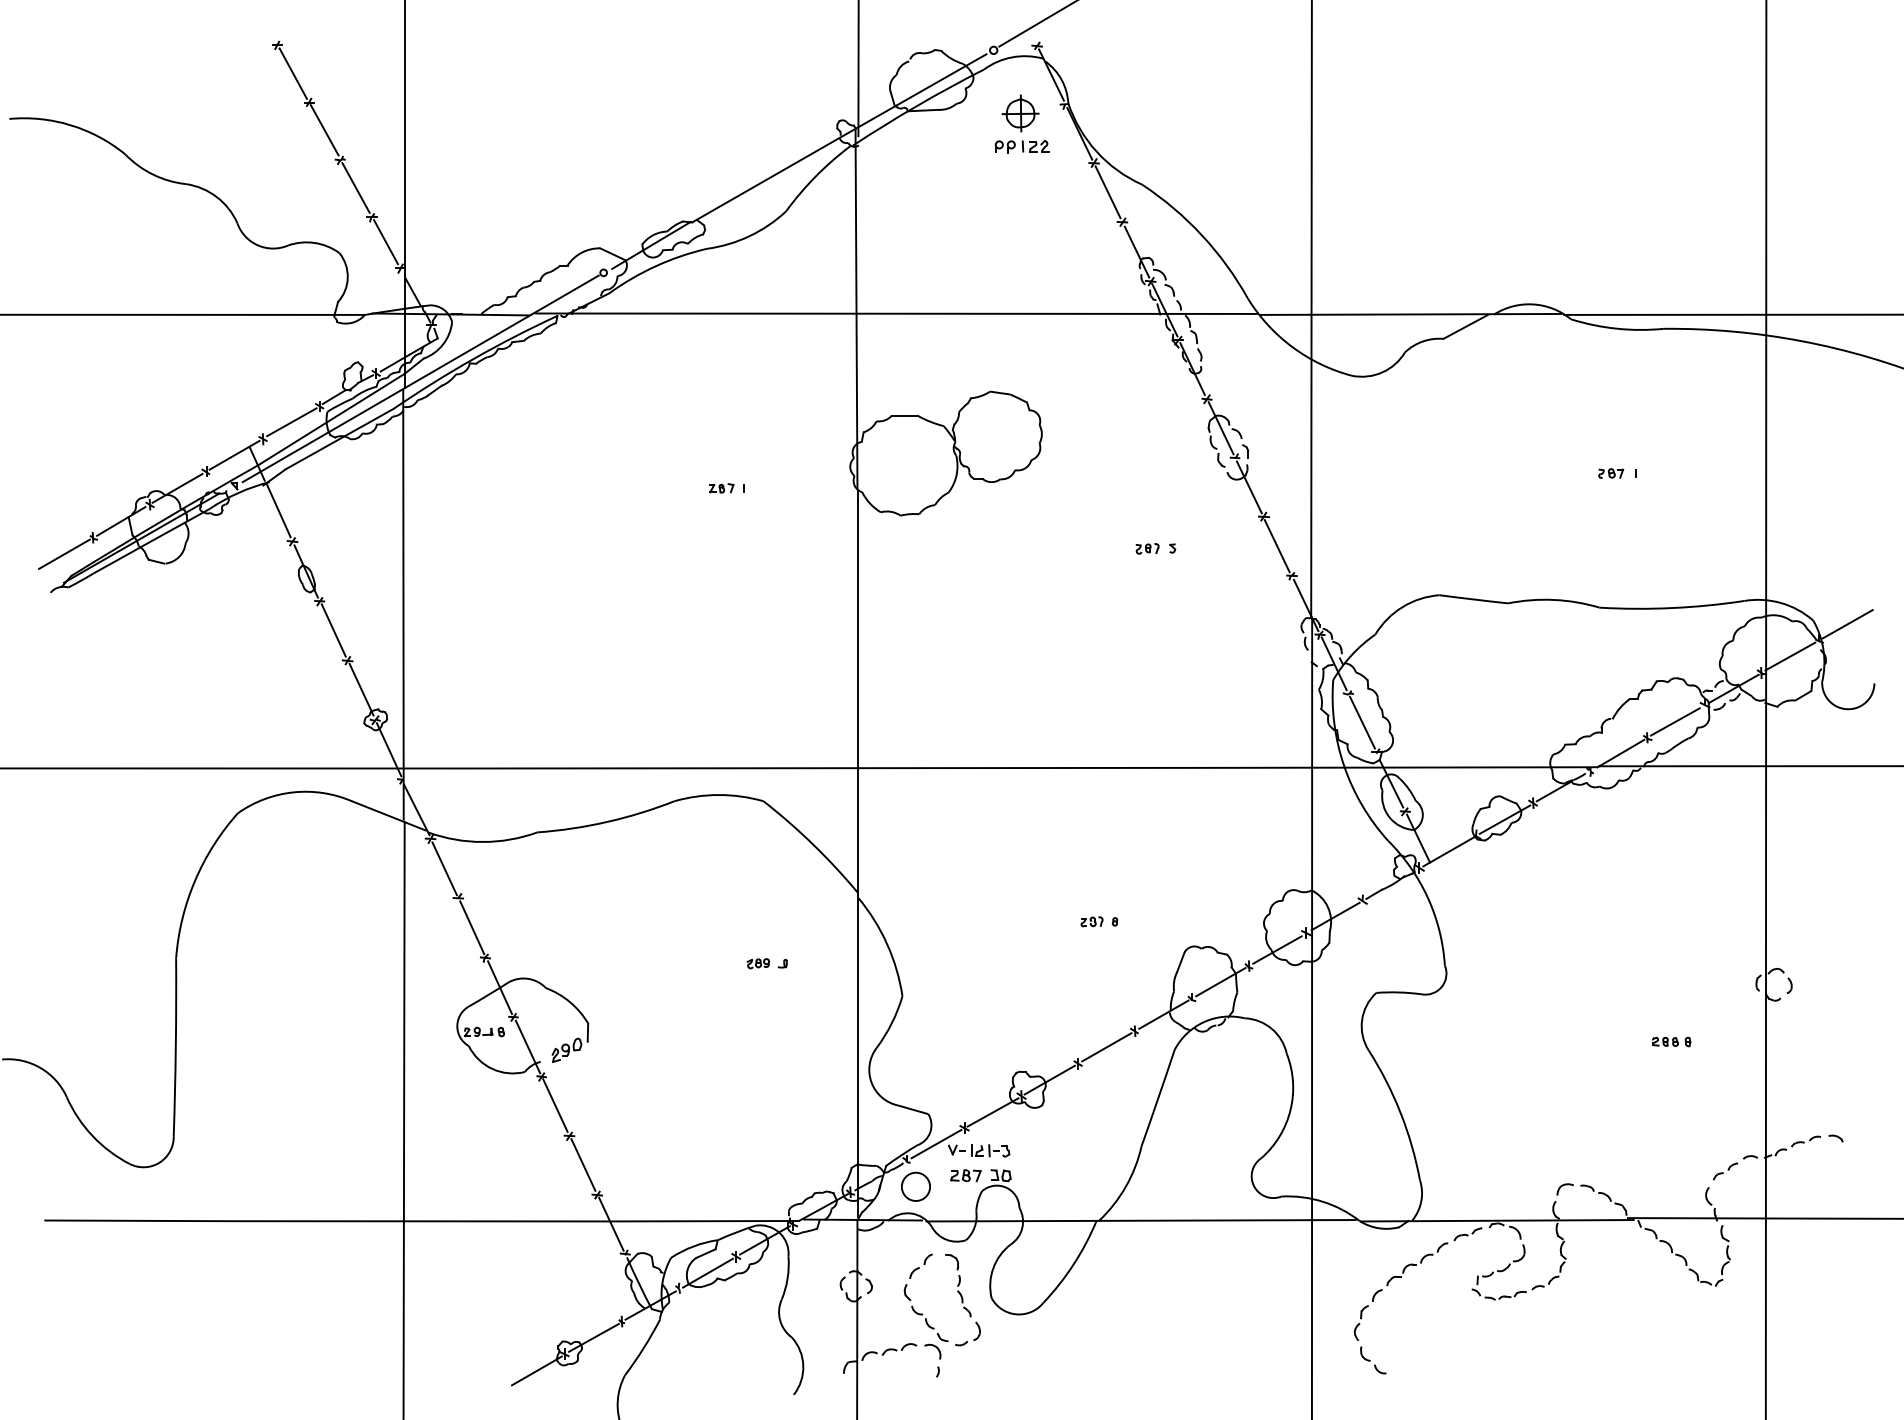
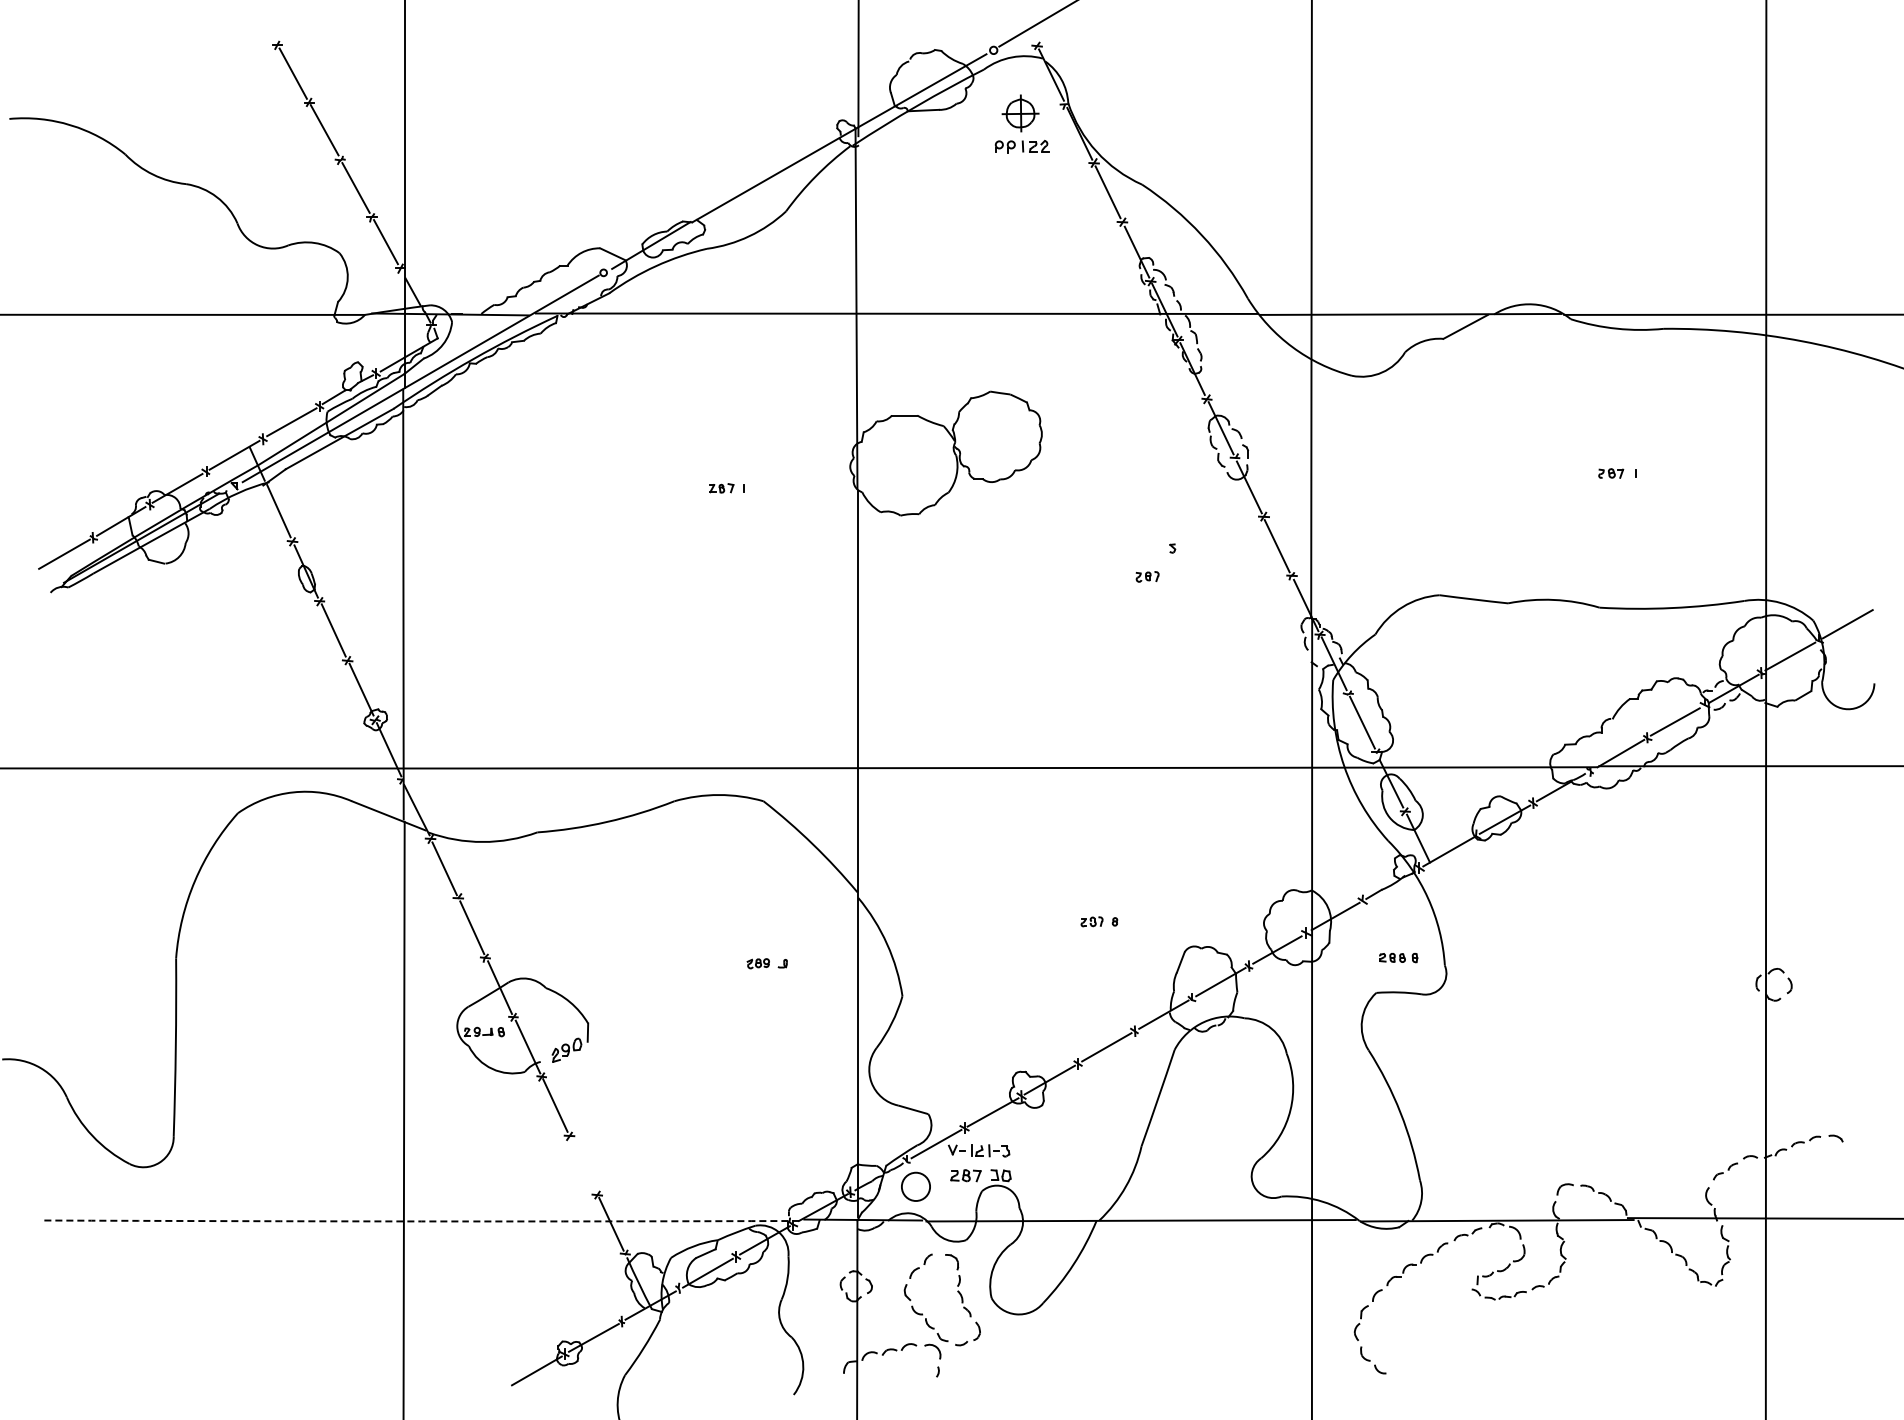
part at (1147, 548) position: (1147, 548) -> (1147, 576)
part at (1671, 1042) position: (1671, 1042) -> (1398, 958)
line at (583, 1164): present -> none
arc at (421, 1221): solid -> dashed
